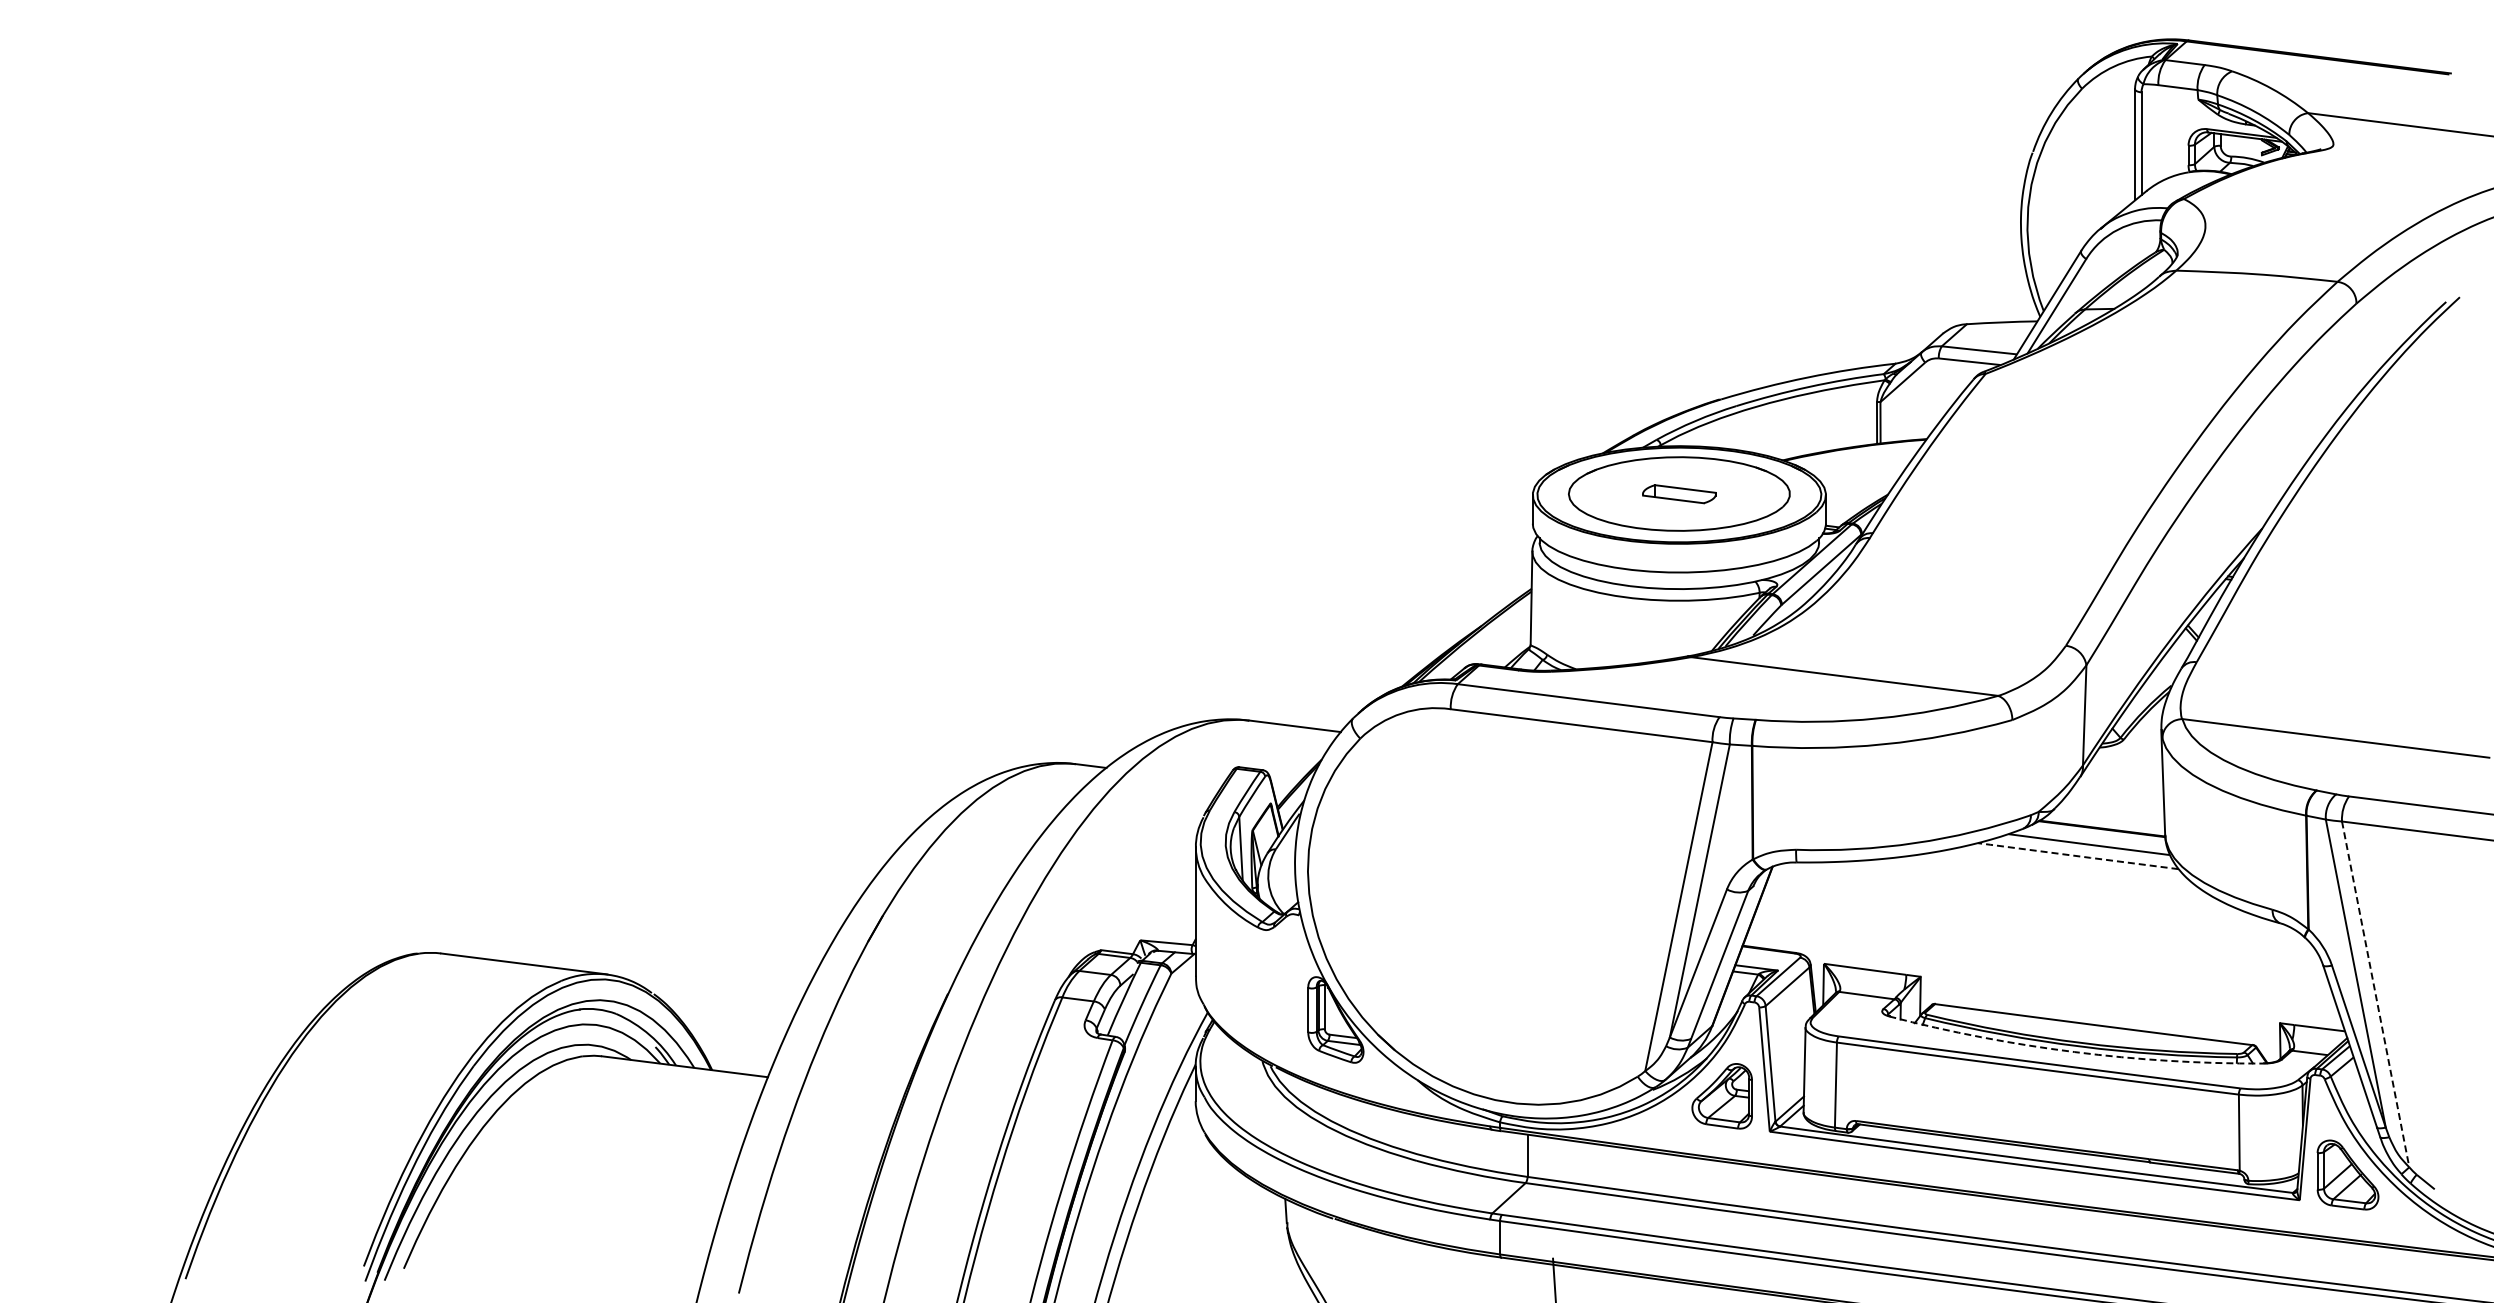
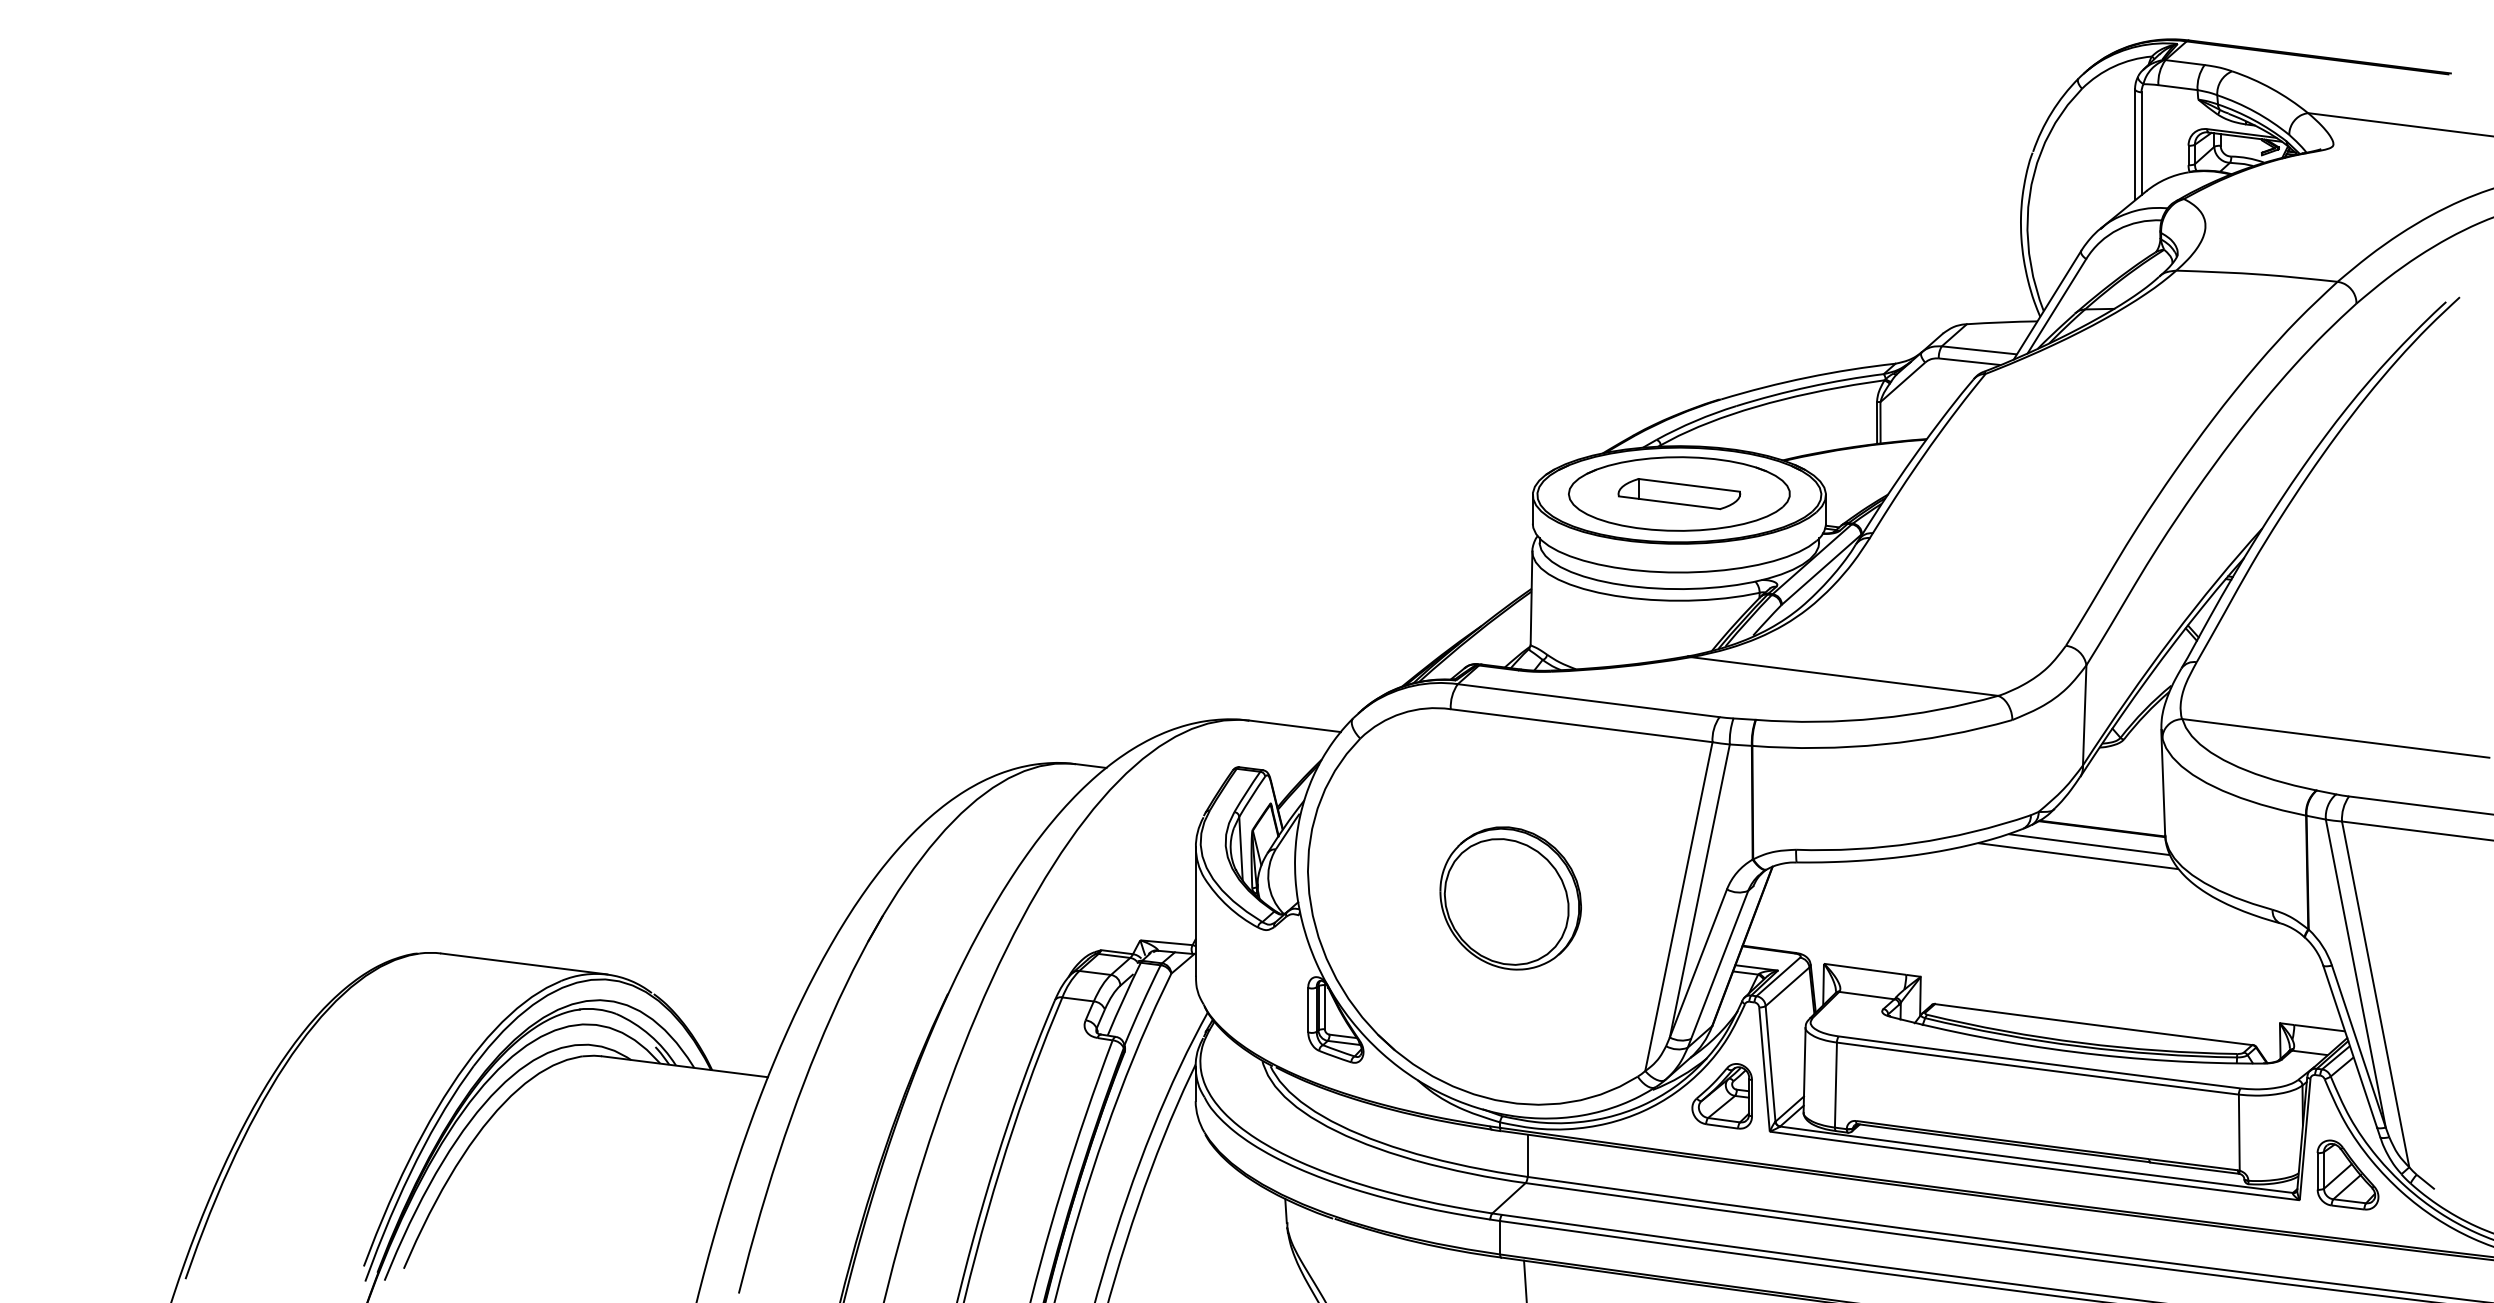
part at (1679, 494) size: 75x21 px -> 125x33 px
line at (2077, 856): dashed -> solid
part at (1510, 898): none -> present
line at (2375, 994): dashed -> solid
arc at (2074, 1052): dashed -> solid
line at (1554, 1278) position: (1554, 1278) -> (1525, 1279)
